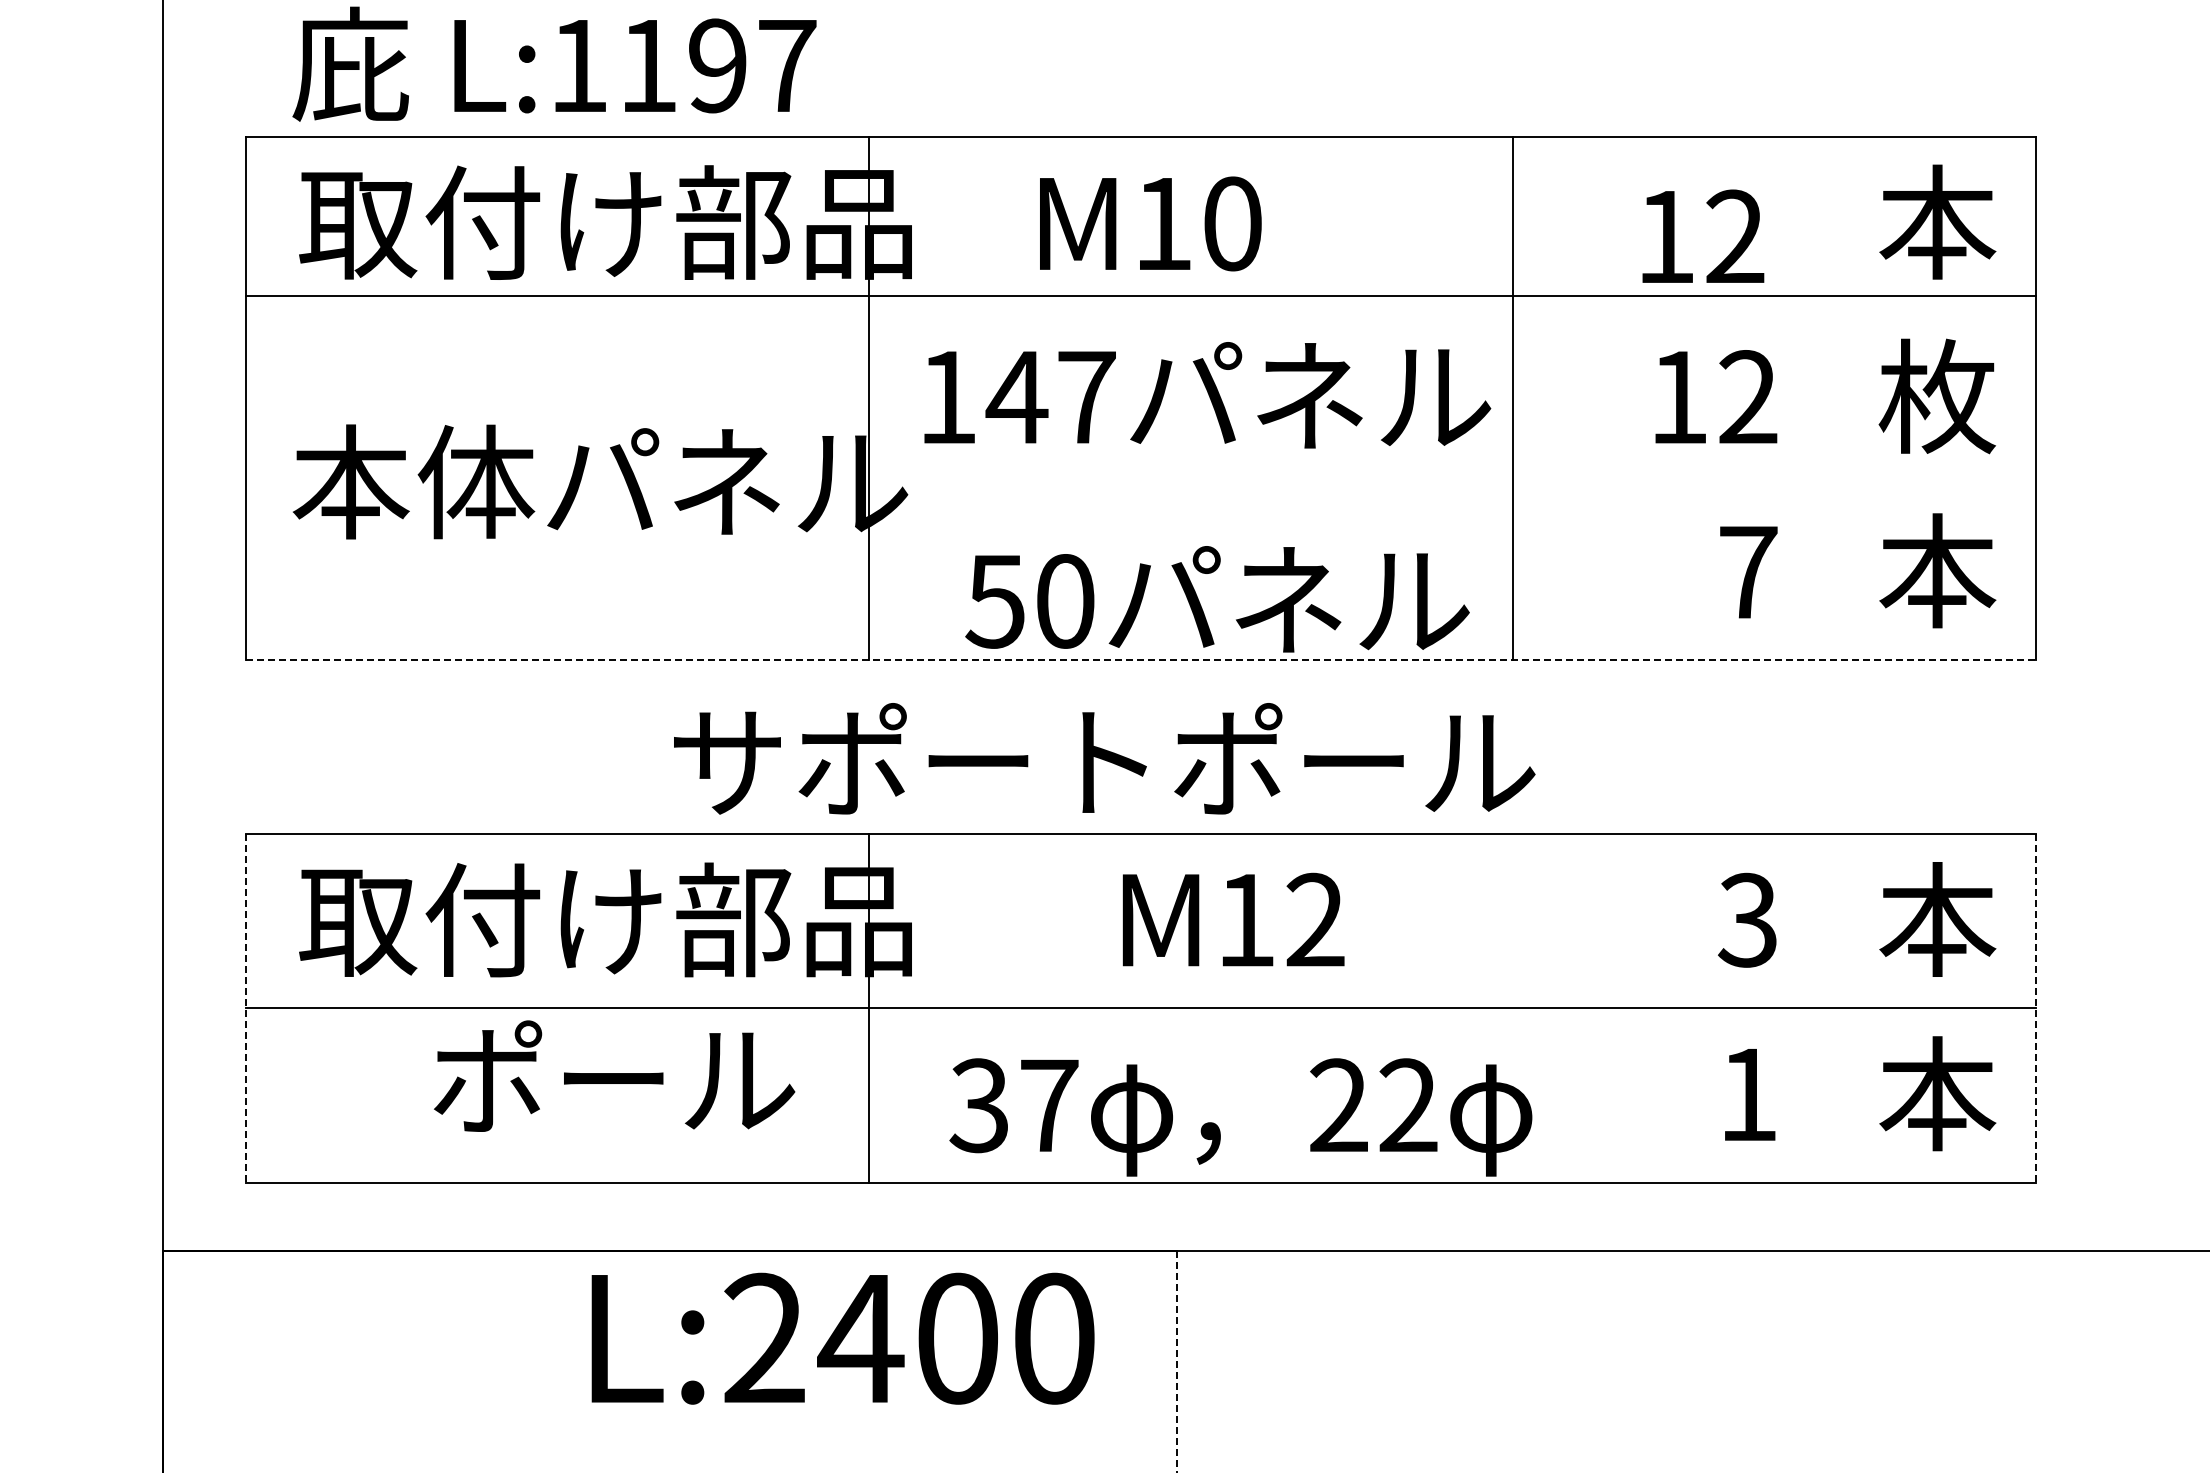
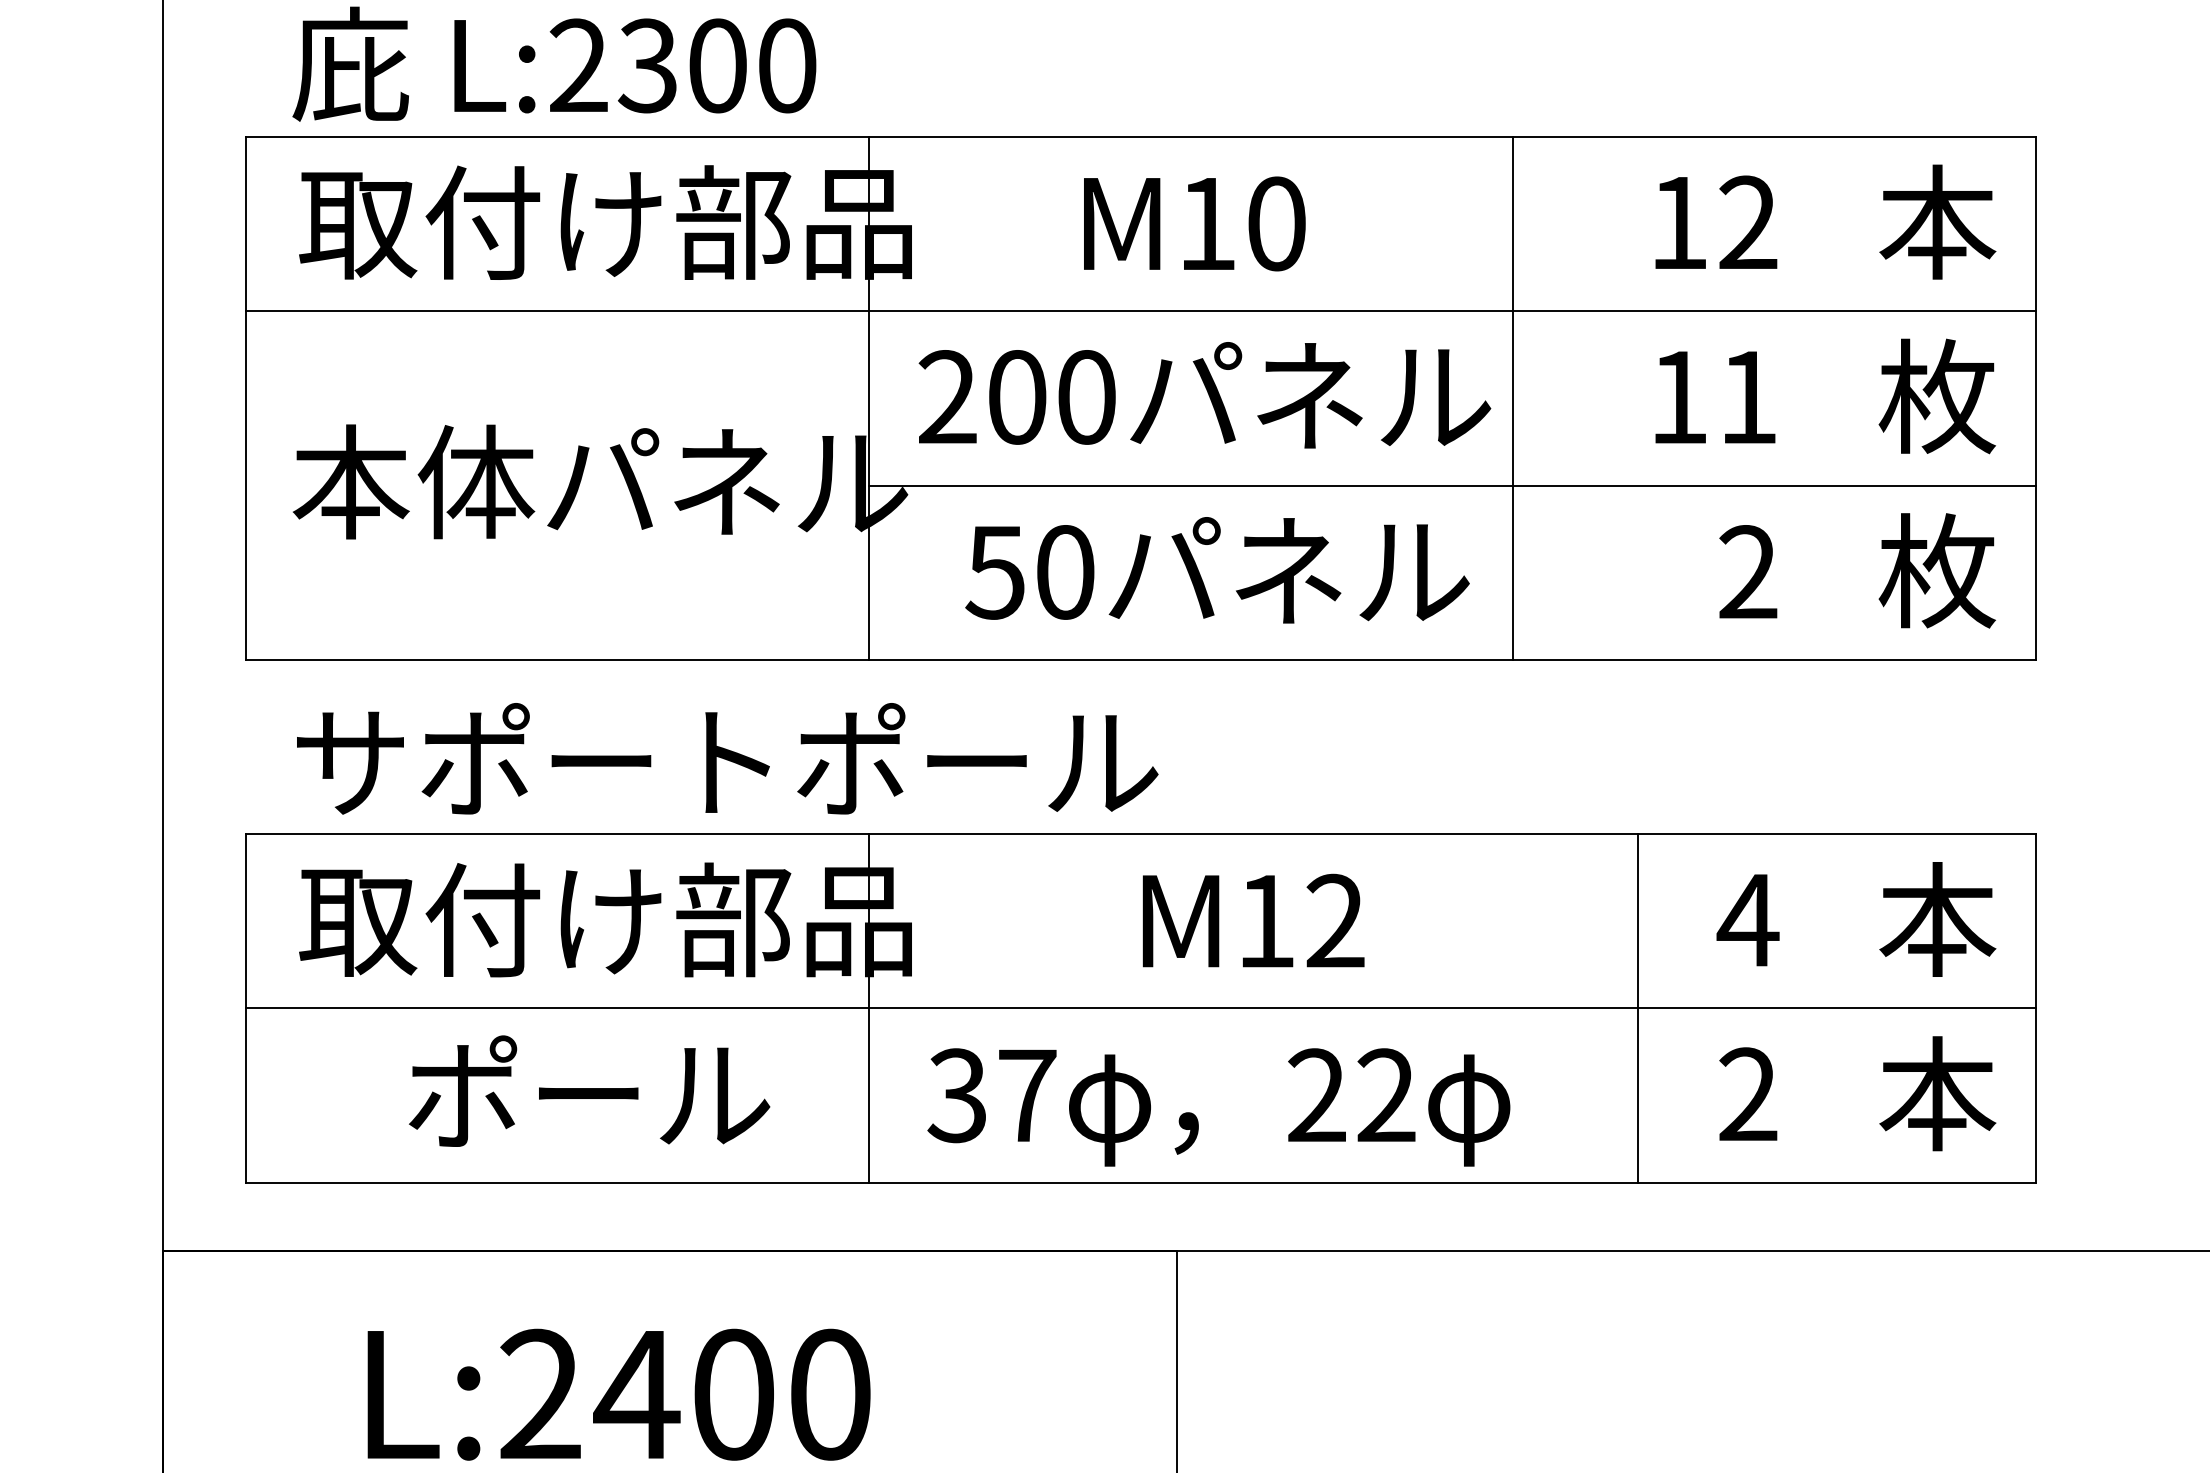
text at (682, 65): L:1197 -> L:2300
text at (1150, 223) position: (1150, 223) -> (1194, 223)
text at (1703, 235) position: (1703, 235) -> (1716, 221)
line at (1140, 296) position: (1140, 296) -> (1140, 311)
text at (1748, 396): 12 -> 11
text at (1016, 397): 147 -> 200
line at (1452, 485): none -> present
text at (1937, 570): 本 -> 枚
text at (1748, 571): 7 -> 2
text at (1217, 599) position: (1217, 599) -> (1217, 570)
line at (1141, 659): dashed -> solid
text at (1104, 758) position: (1104, 758) -> (727, 758)
text at (1233, 919) position: (1233, 919) -> (1253, 920)
text at (1747, 919): 3 -> 4
line at (1638, 1008): none -> present
line at (246, 1009): dashed -> solid
line at (2035, 1009): dashed -> solid
text at (614, 1075) position: (614, 1075) -> (589, 1090)
text at (1748, 1093): 1 -> 2
text at (1240, 1117) position: (1240, 1117) -> (1218, 1107)
text at (842, 1338) position: (842, 1338) -> (618, 1394)
line at (1177, 1362): dashed -> solid
